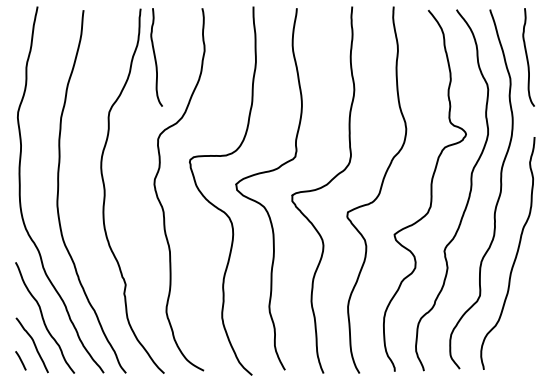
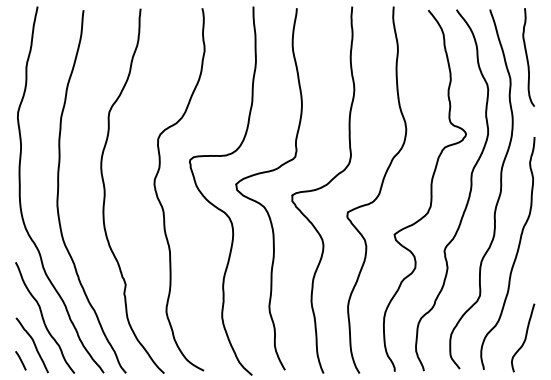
curve at (155, 57): present -> none
curve at (524, 337): none -> present
